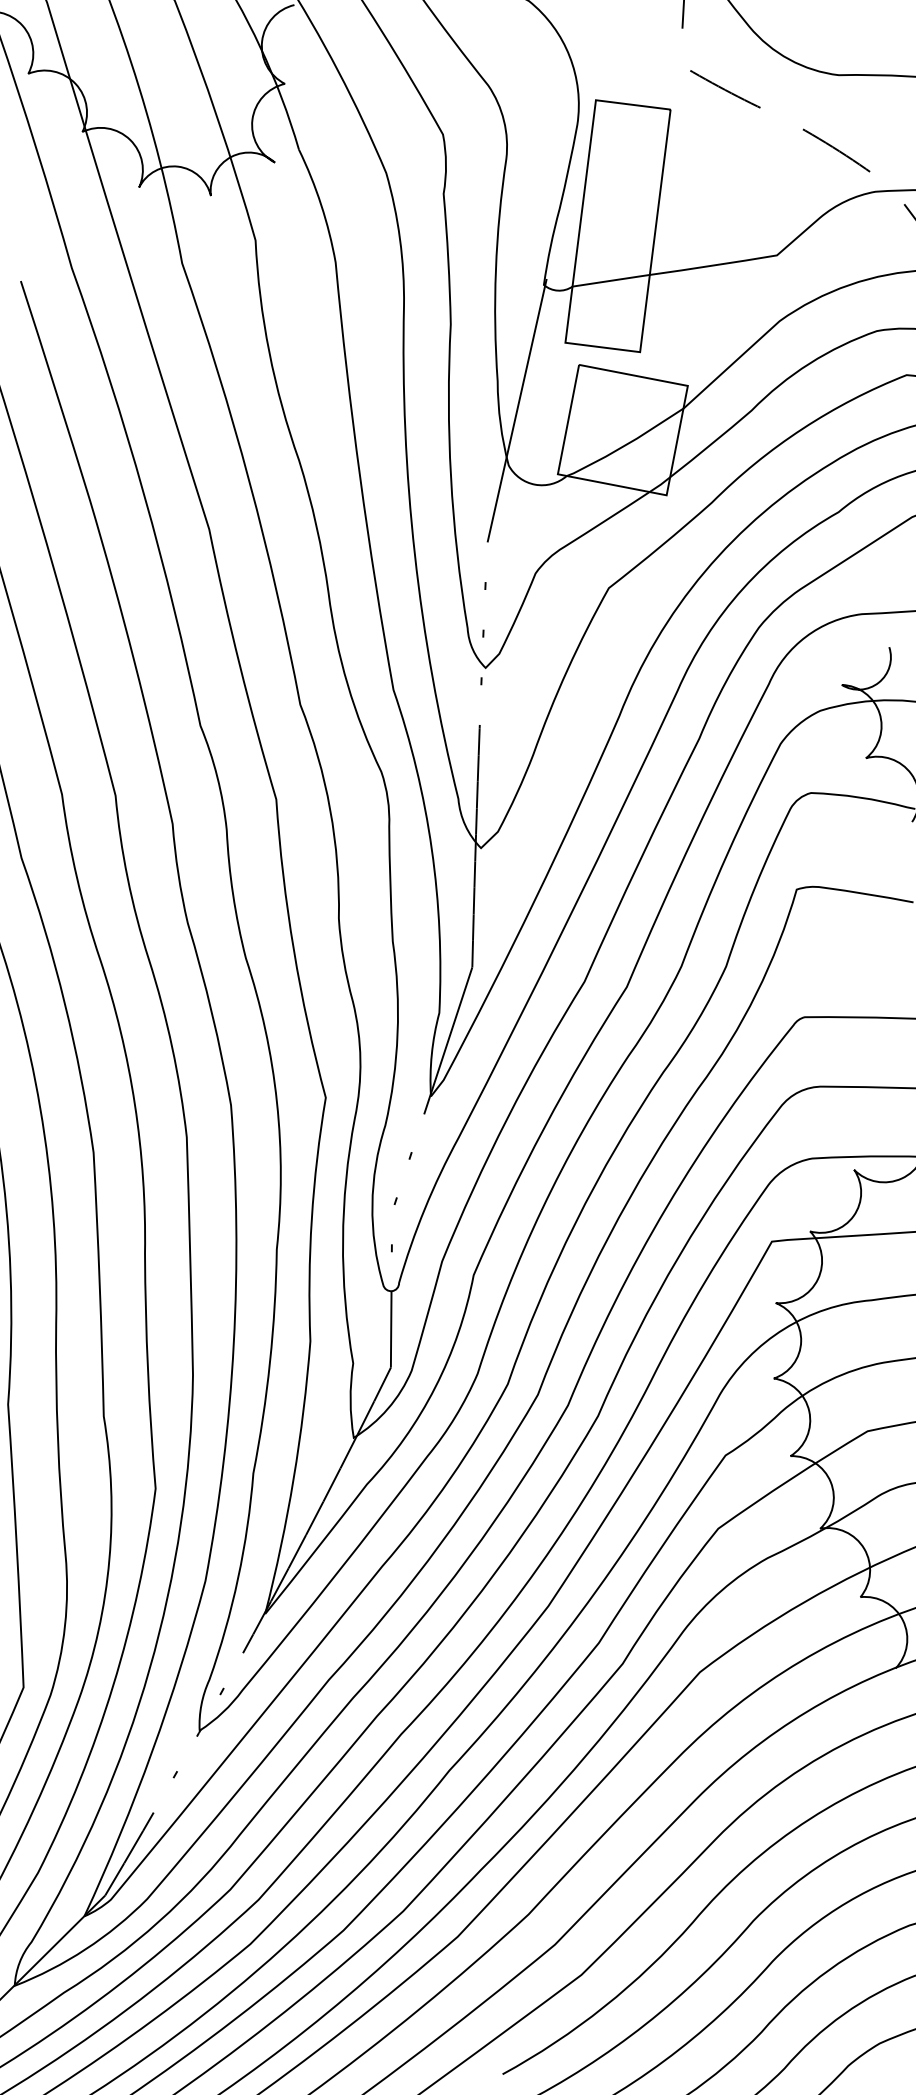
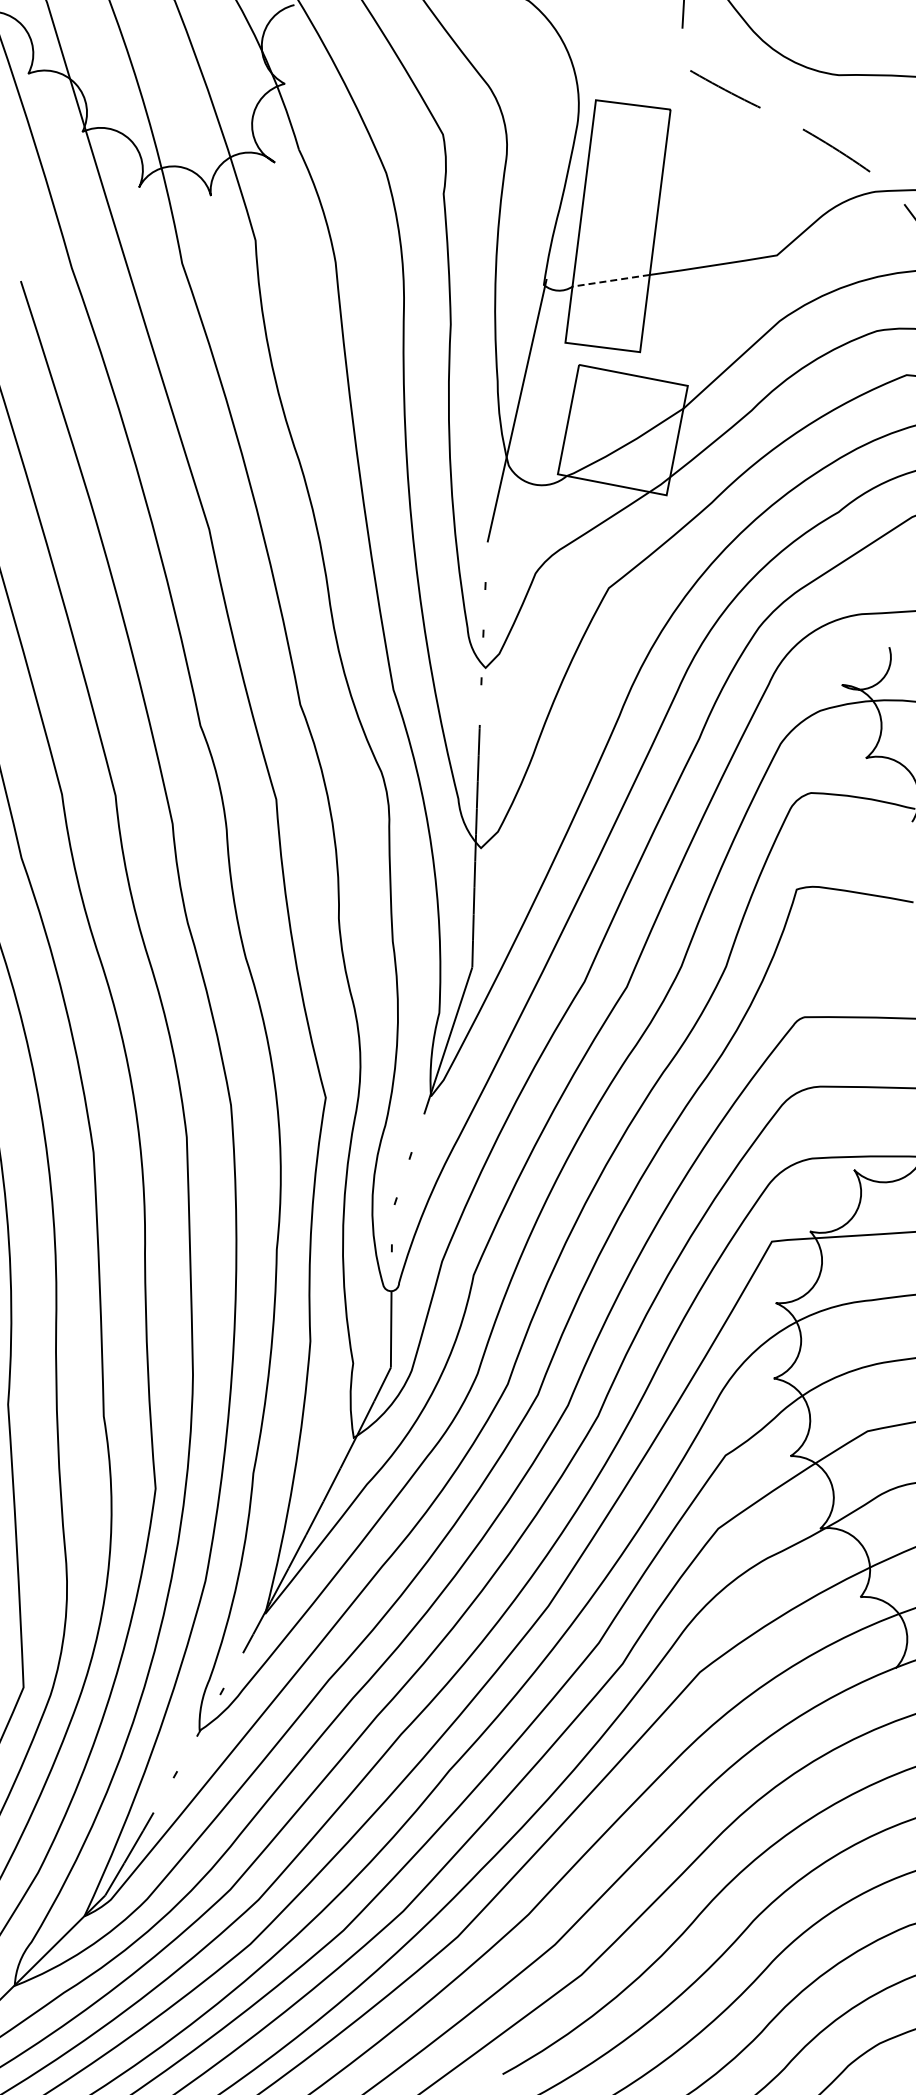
line at (611, 280): solid -> dashed
